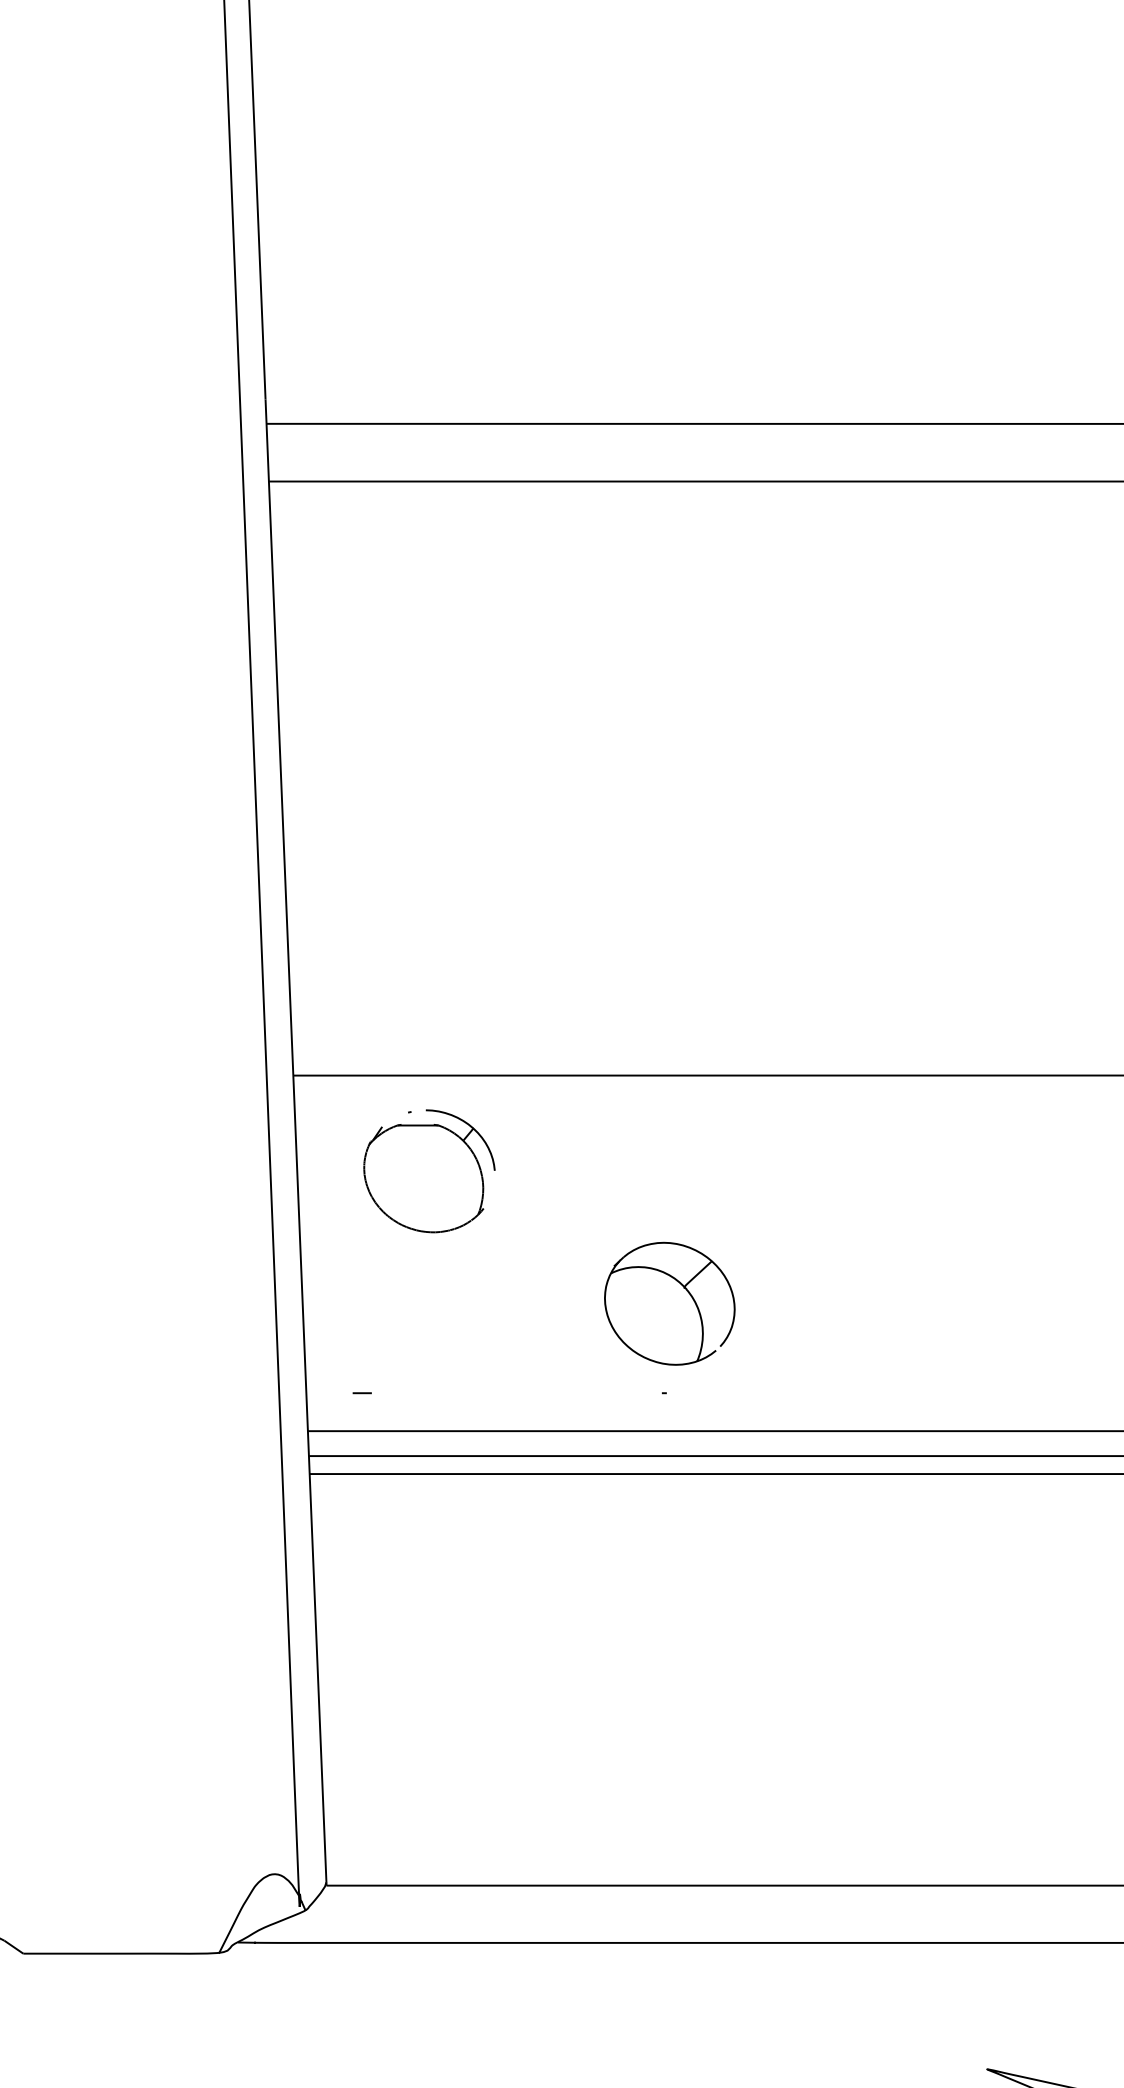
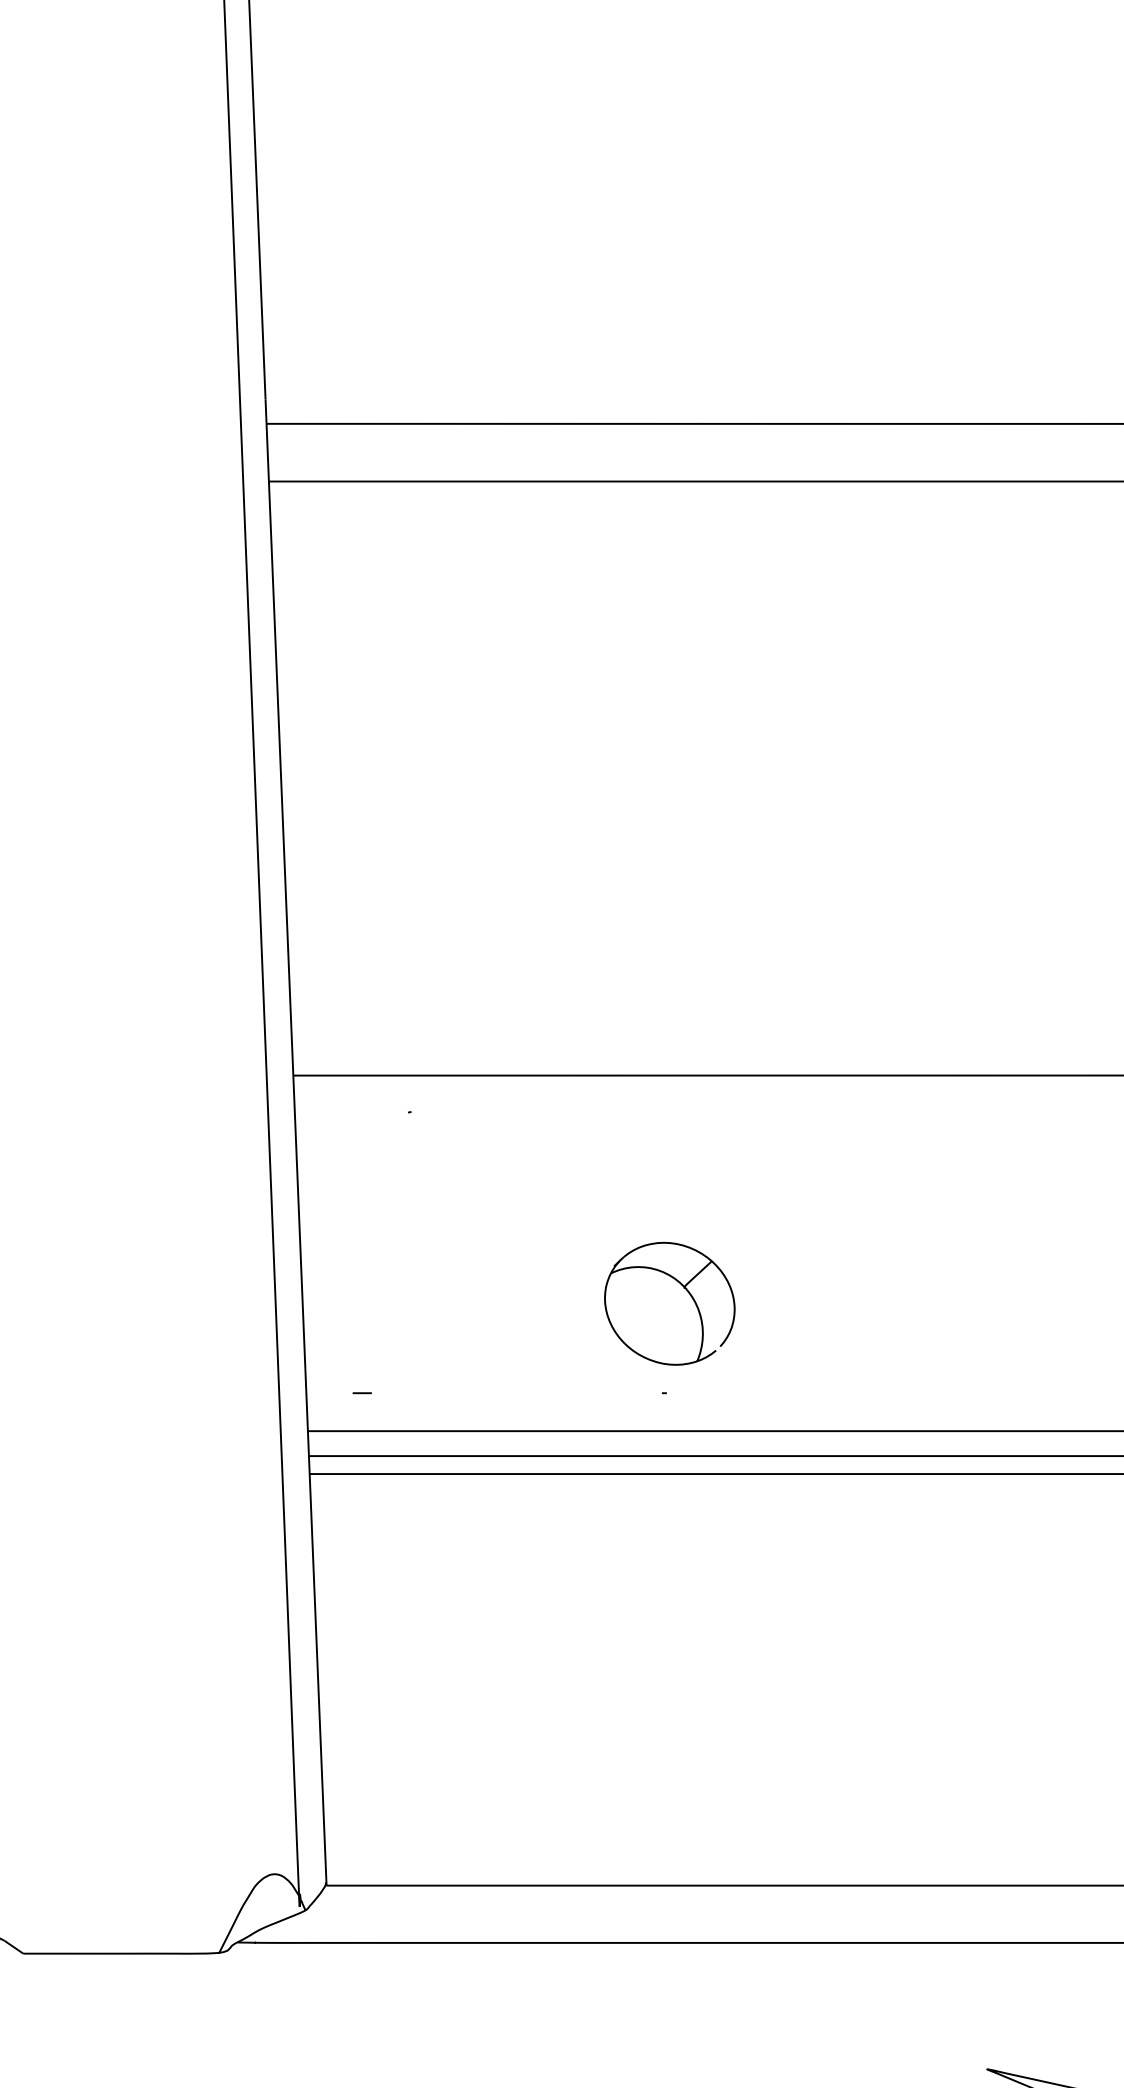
part at (429, 1171): present -> none
